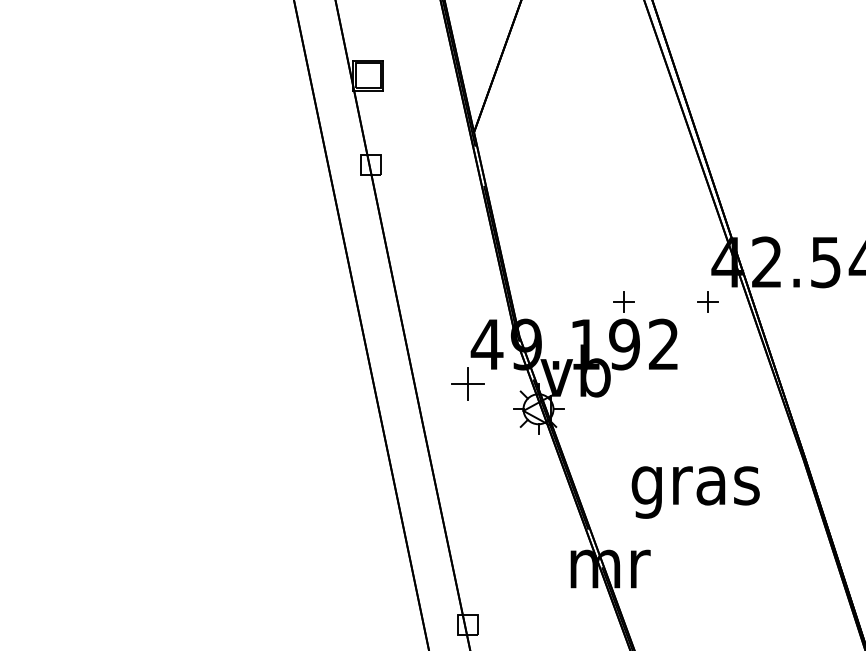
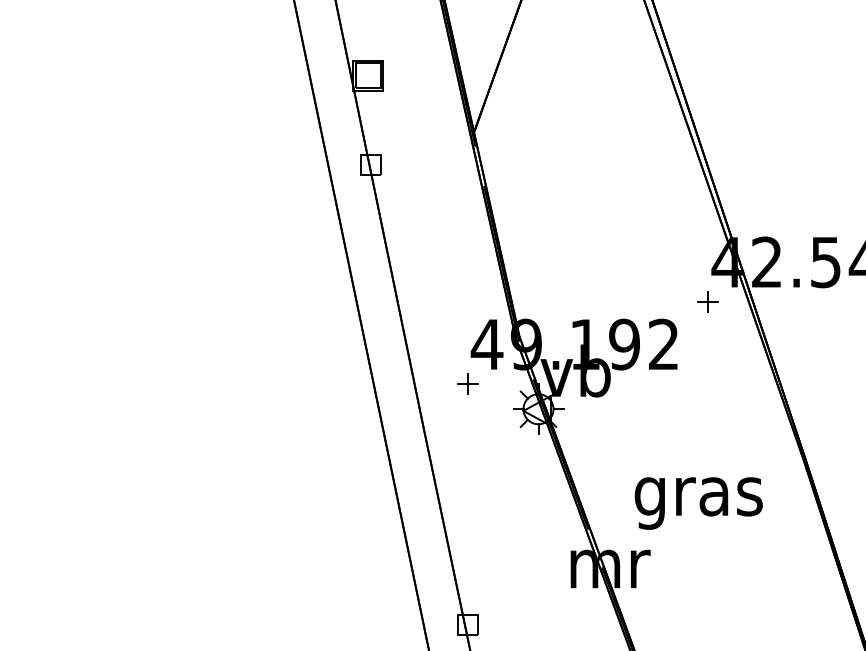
part at (623, 301): present -> none
part at (467, 383) size: 34x34 px -> 22x22 px
text at (695, 492) position: (695, 492) -> (698, 503)
